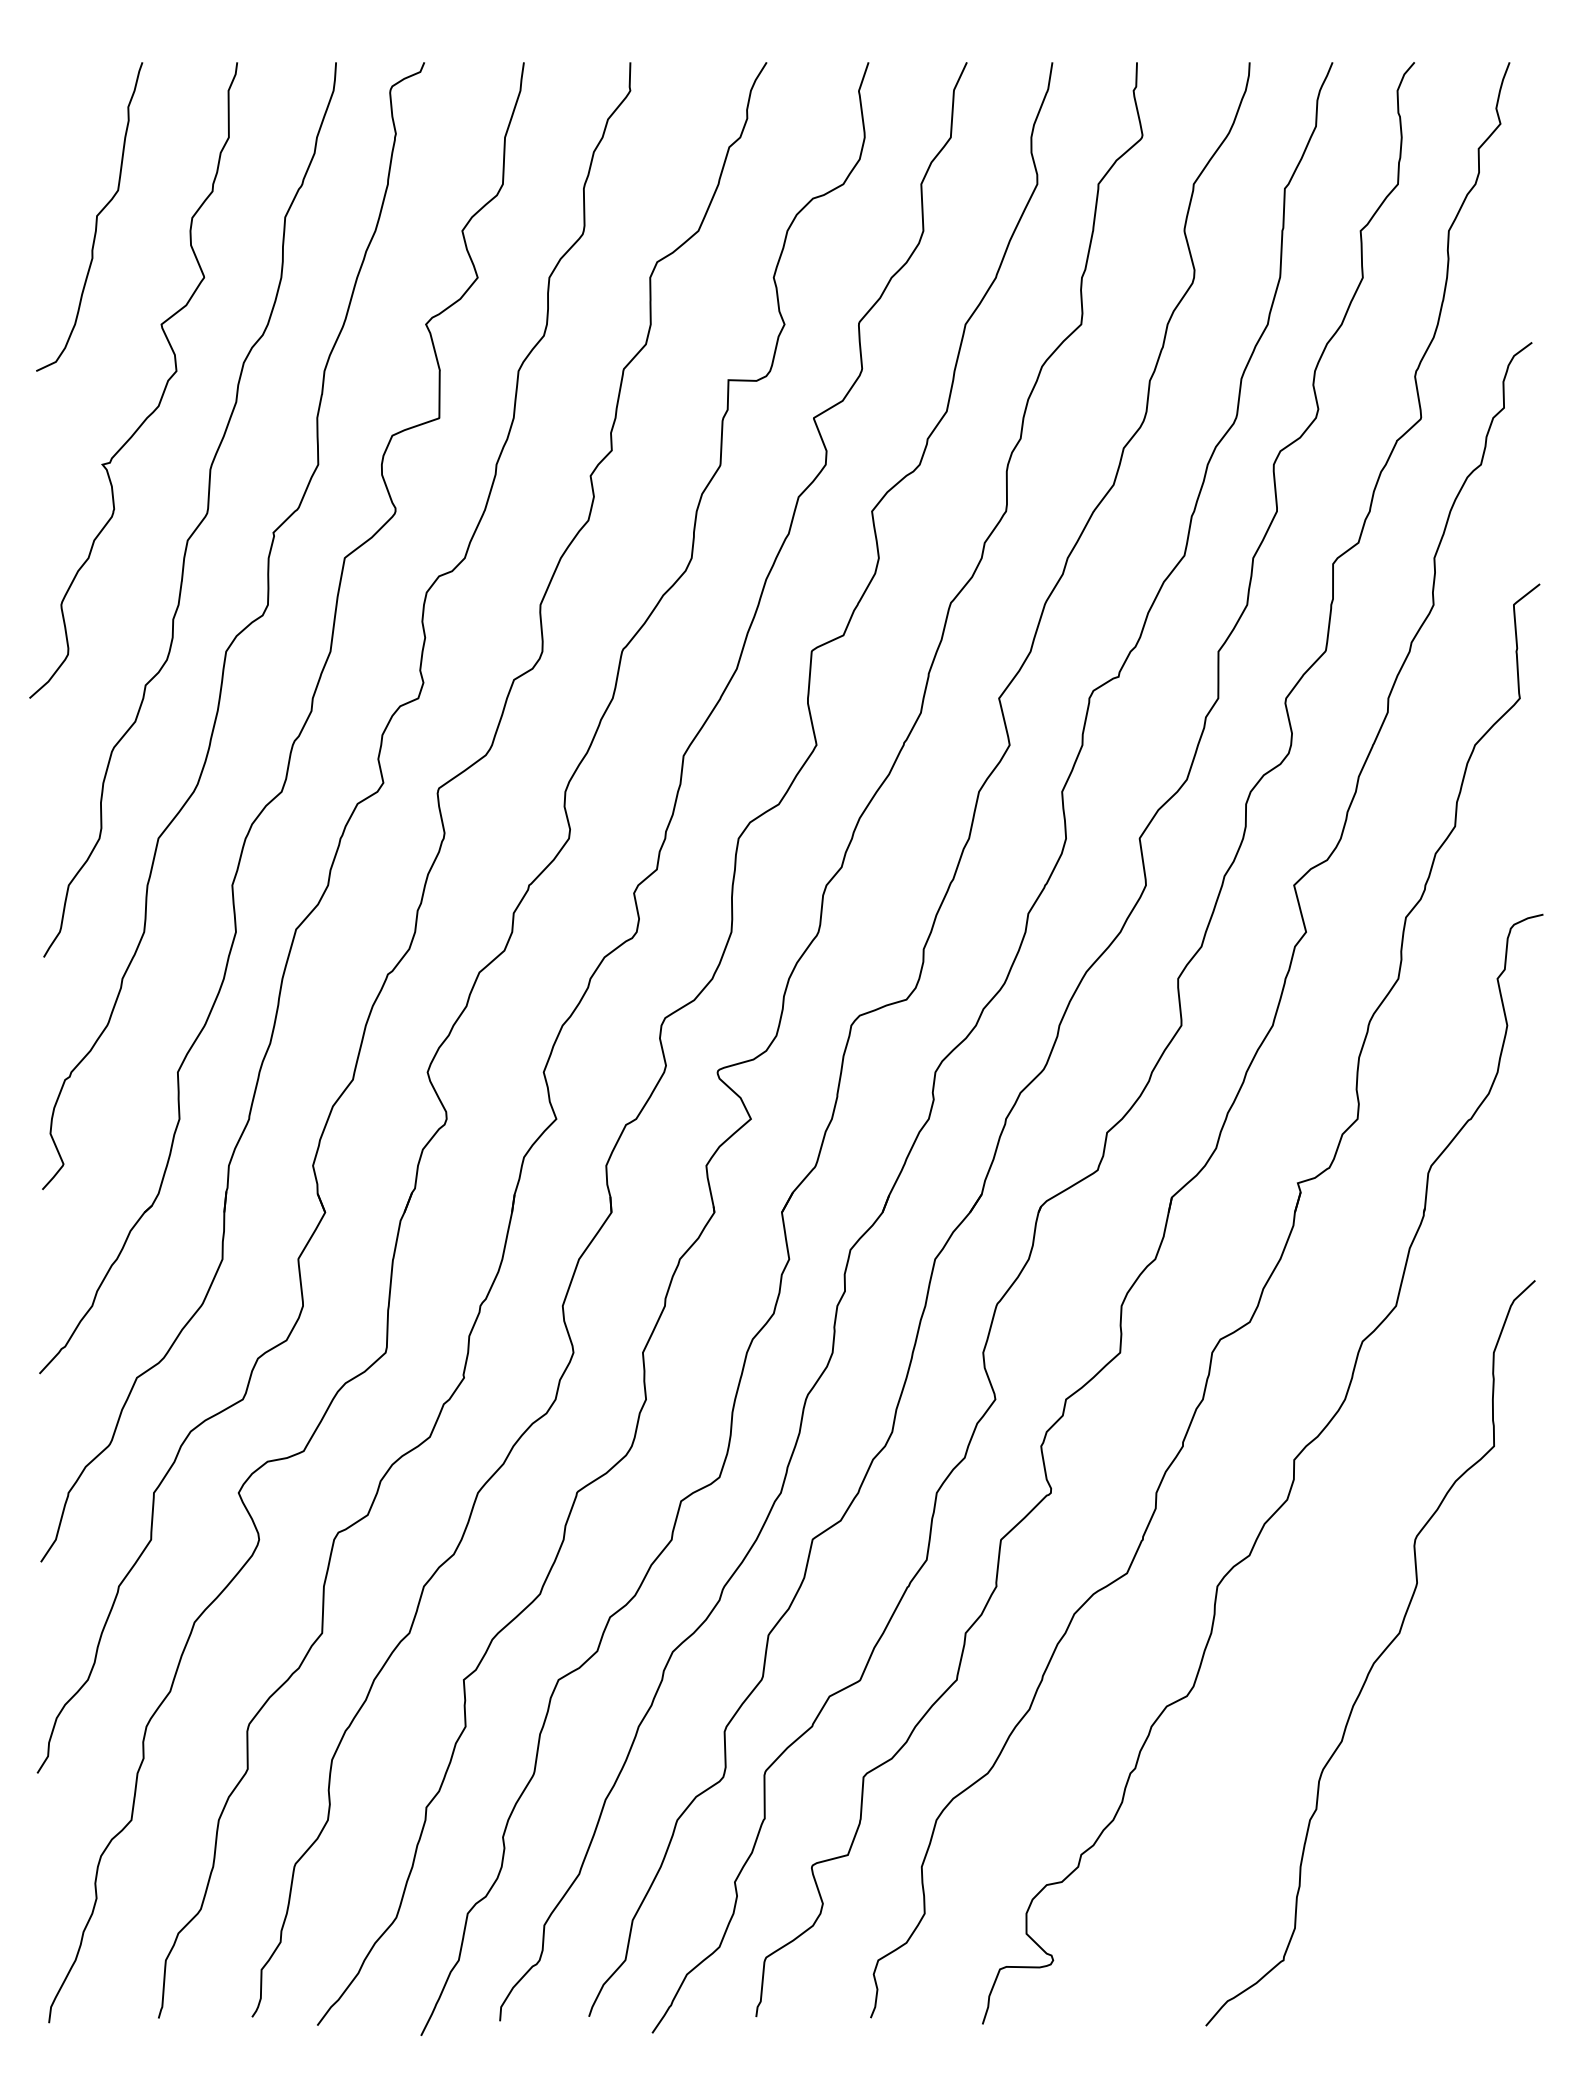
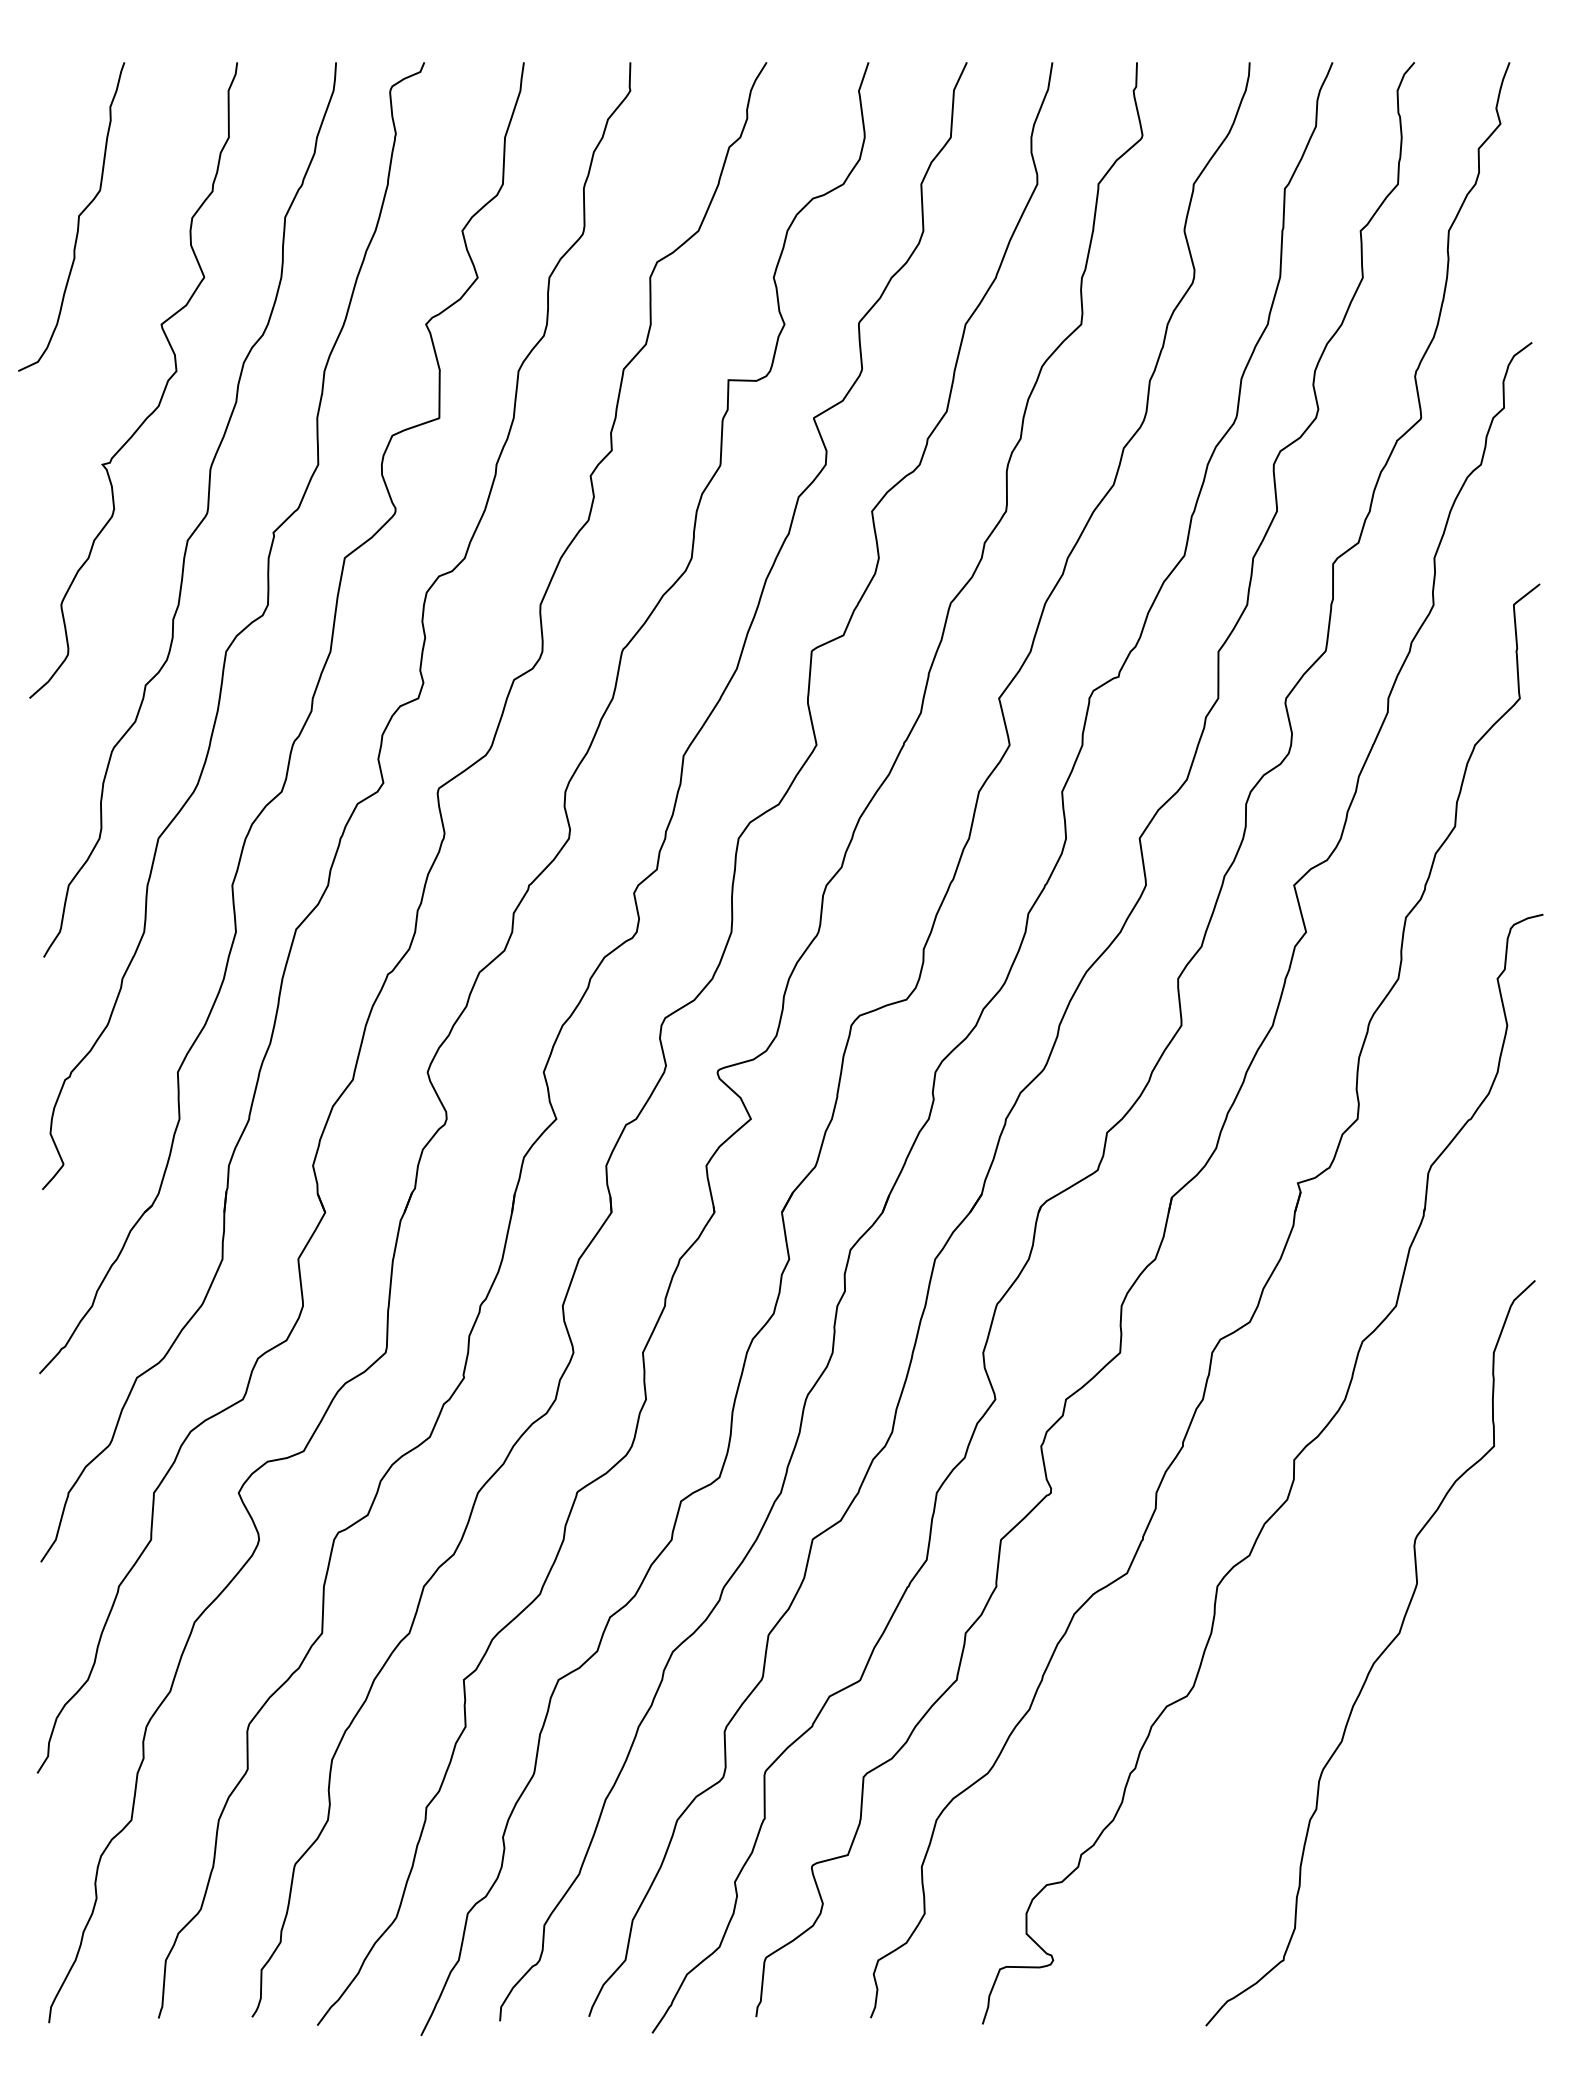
curve at (95, 219) position: (95, 219) -> (77, 219)
